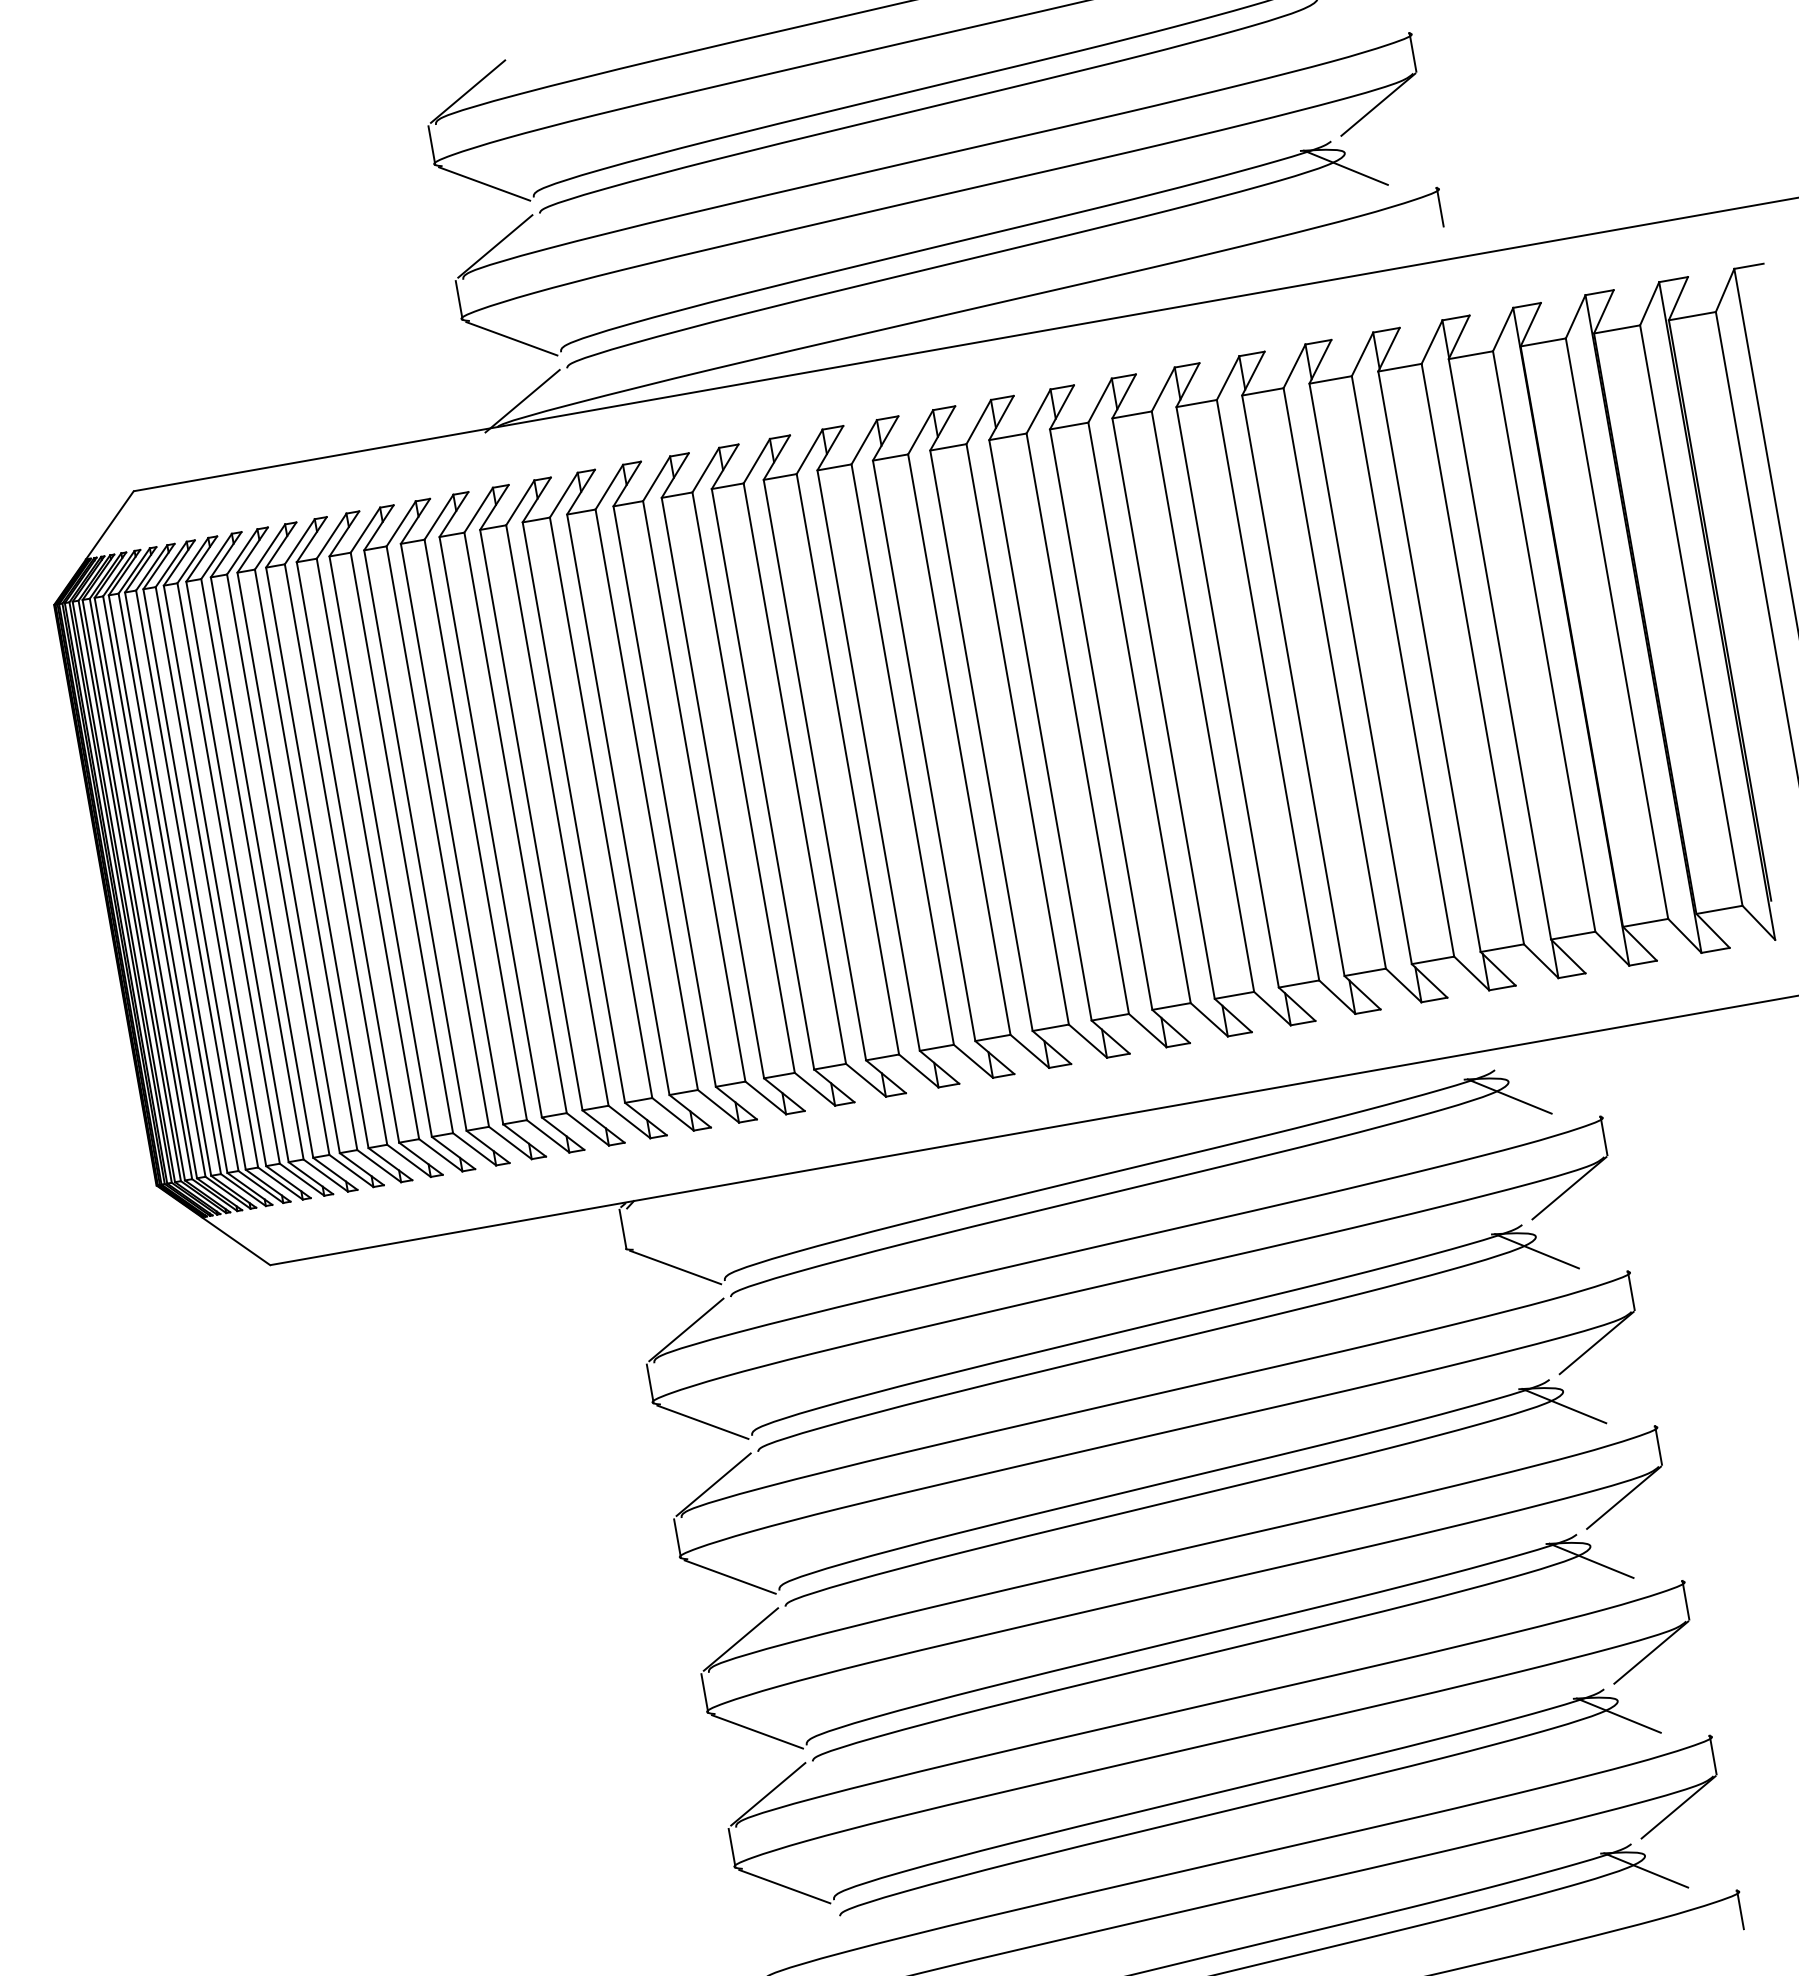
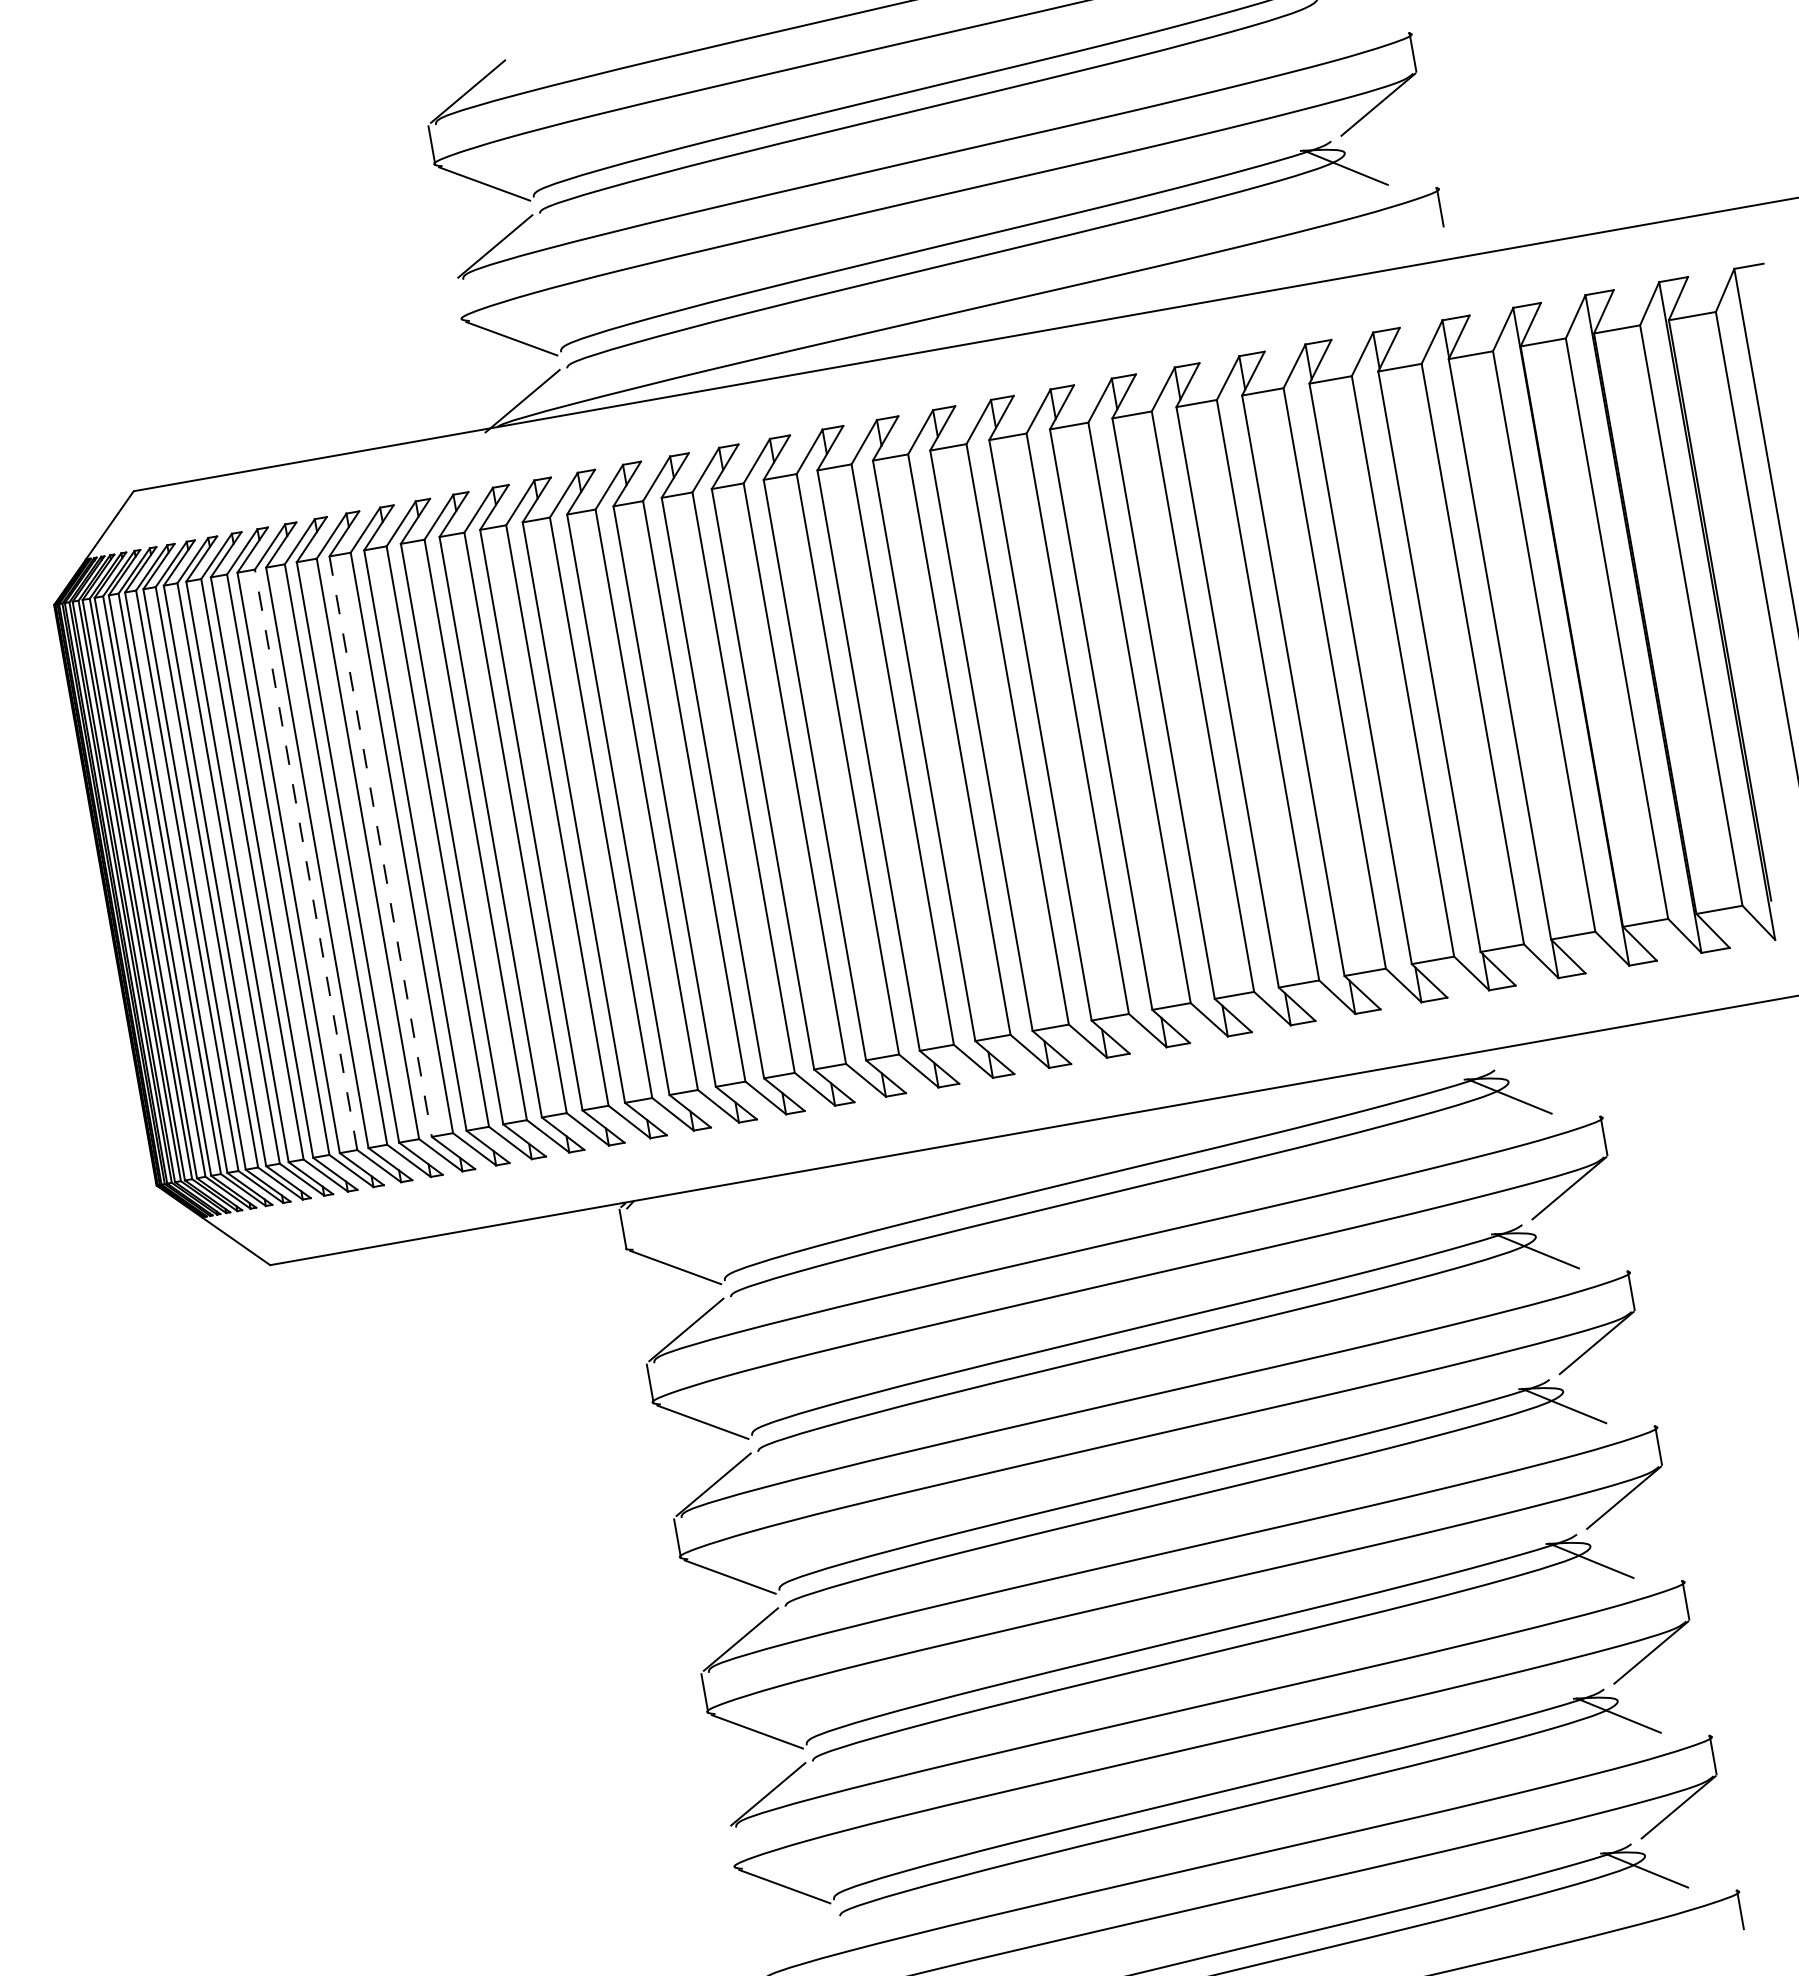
line at (458, 300): present -> none
line at (380, 846): solid -> dashed
line at (306, 859): solid -> dashed
line at (731, 1847): present -> none
